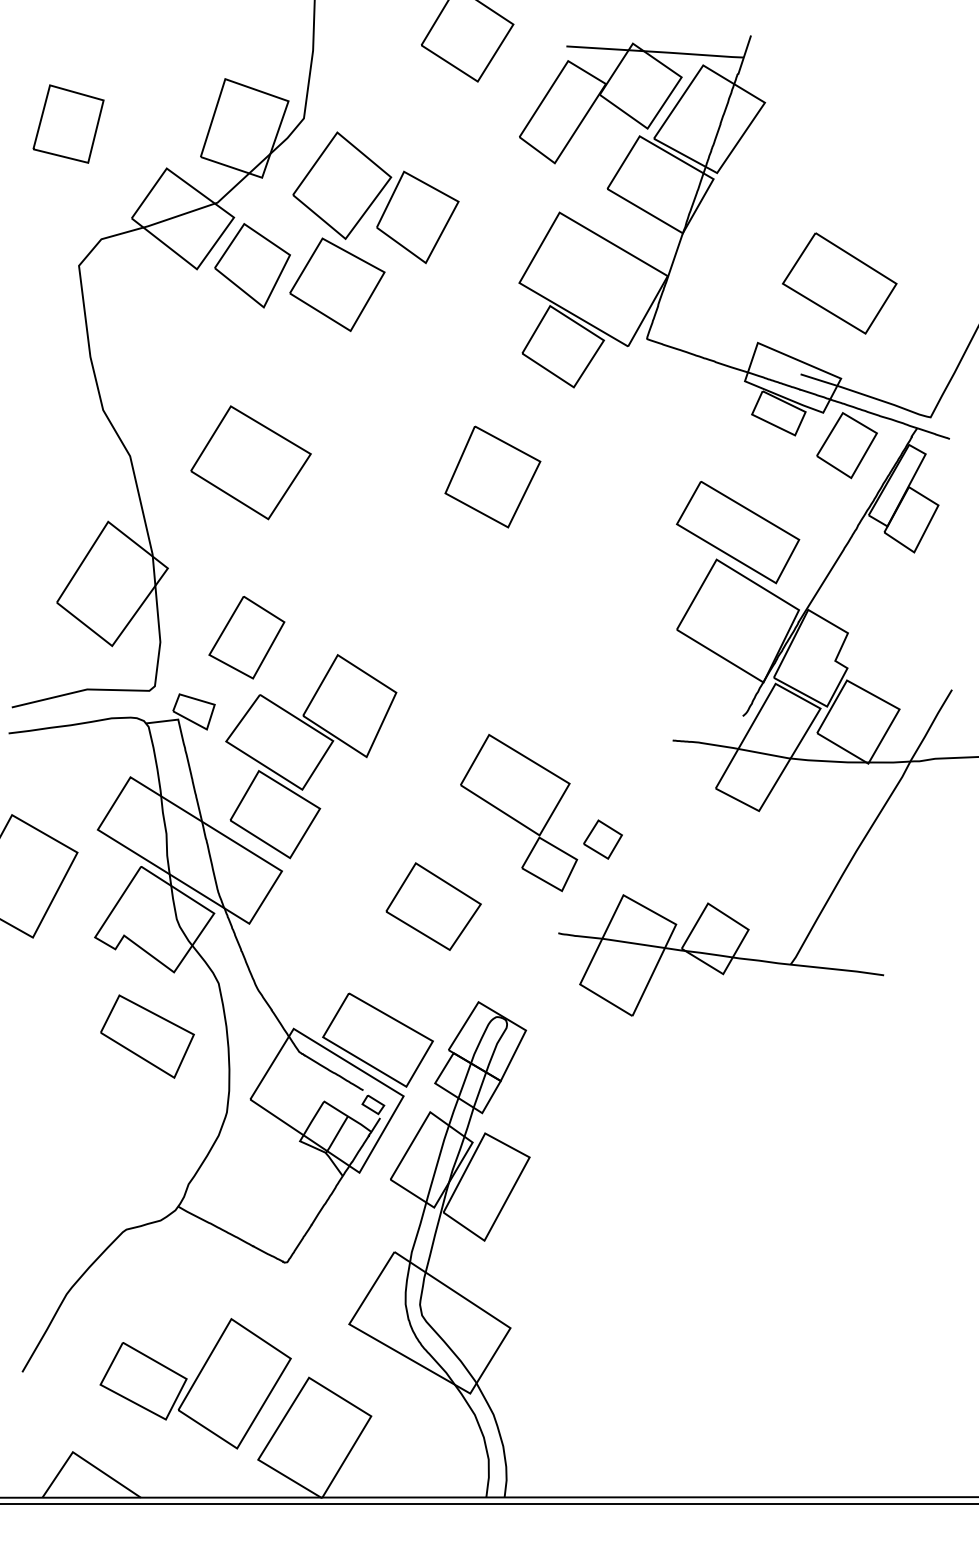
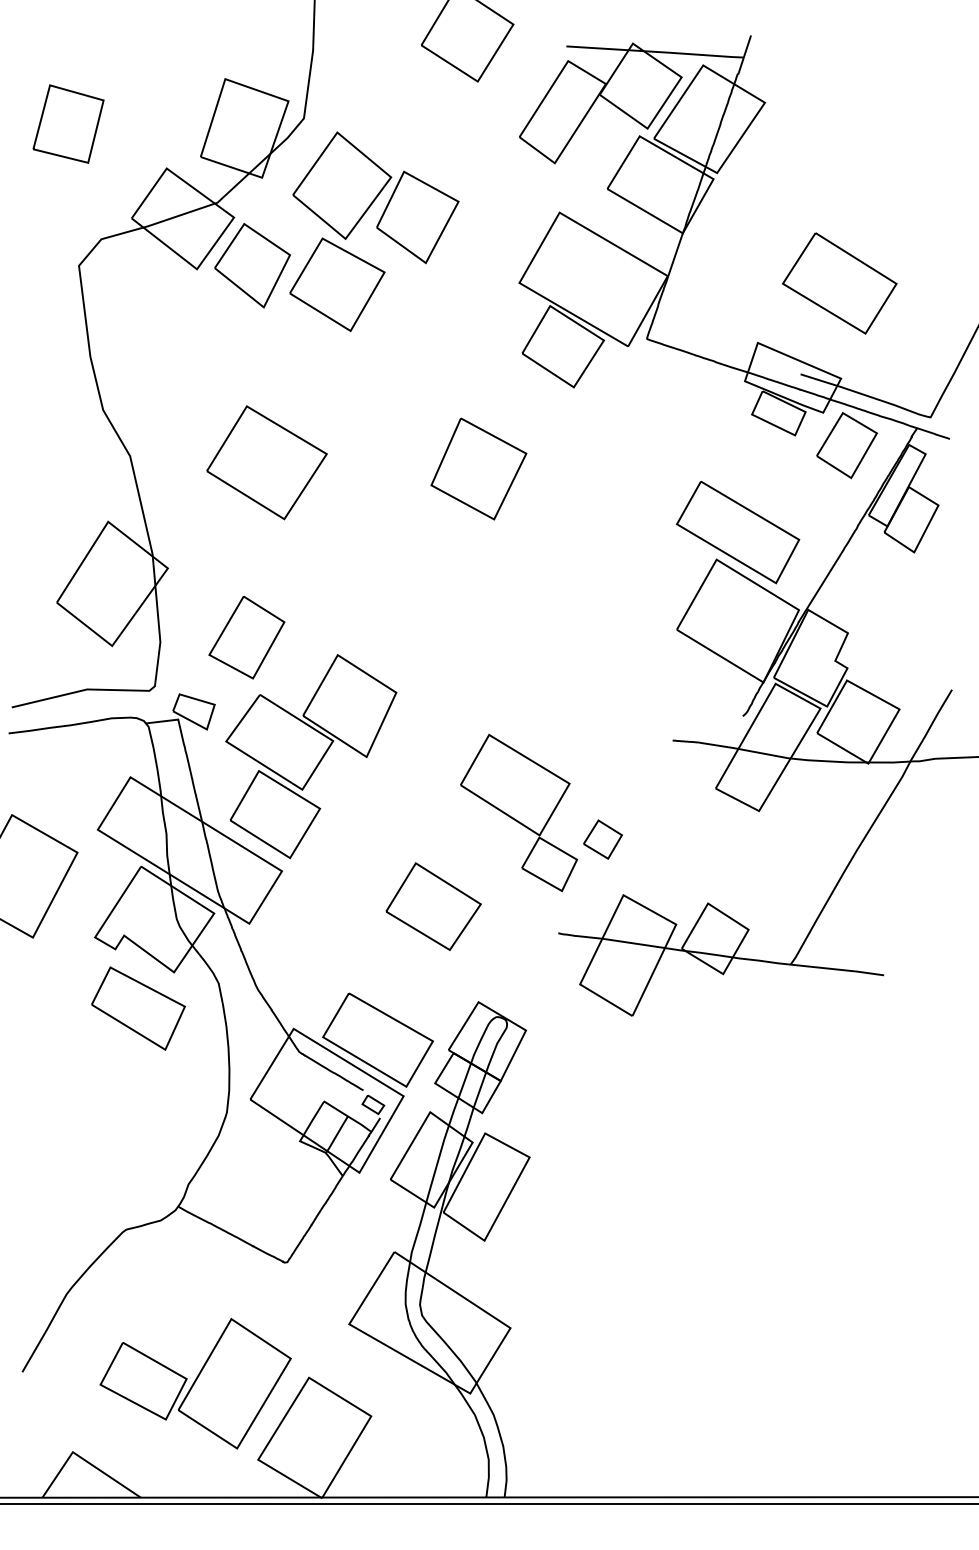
part at (250, 462) position: (250, 462) -> (266, 462)
part at (492, 476) position: (492, 476) -> (478, 468)
part at (147, 1036) position: (147, 1036) -> (138, 1008)
